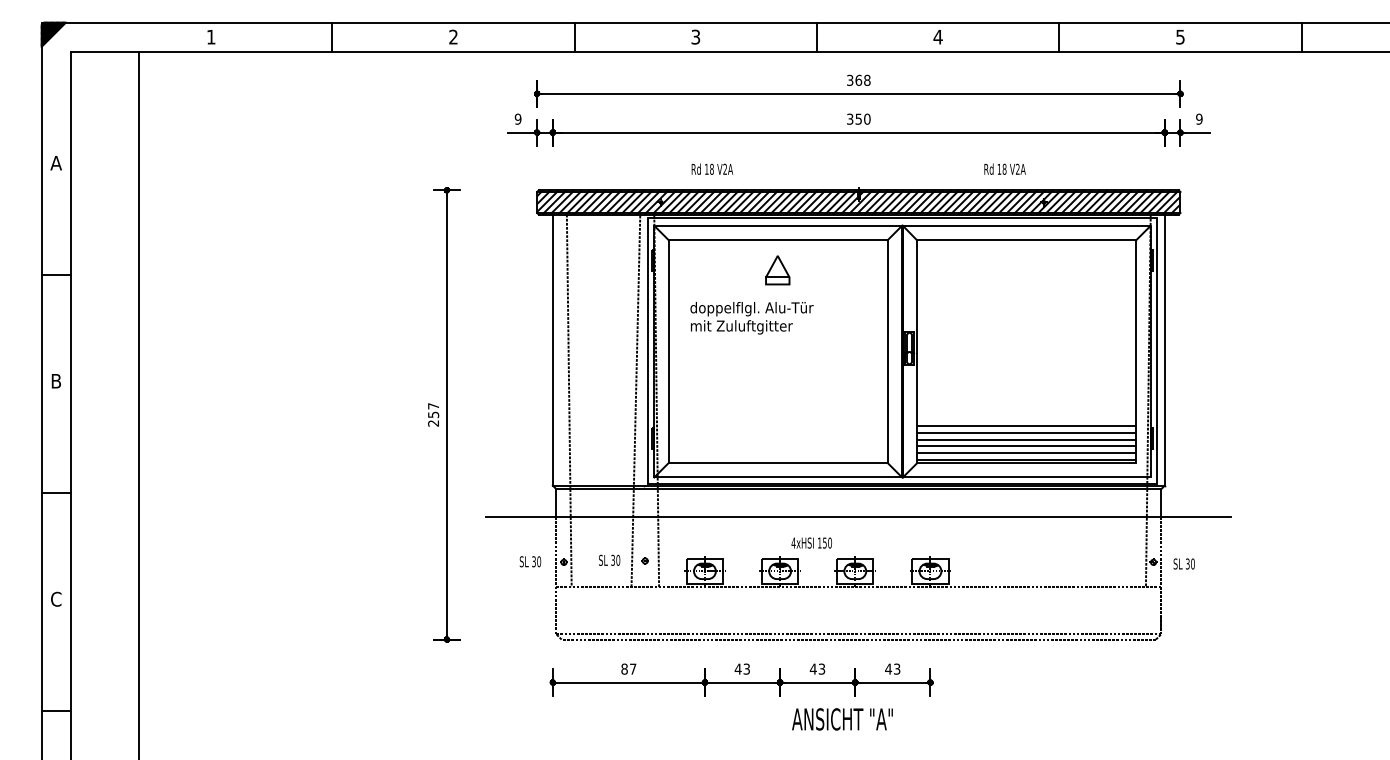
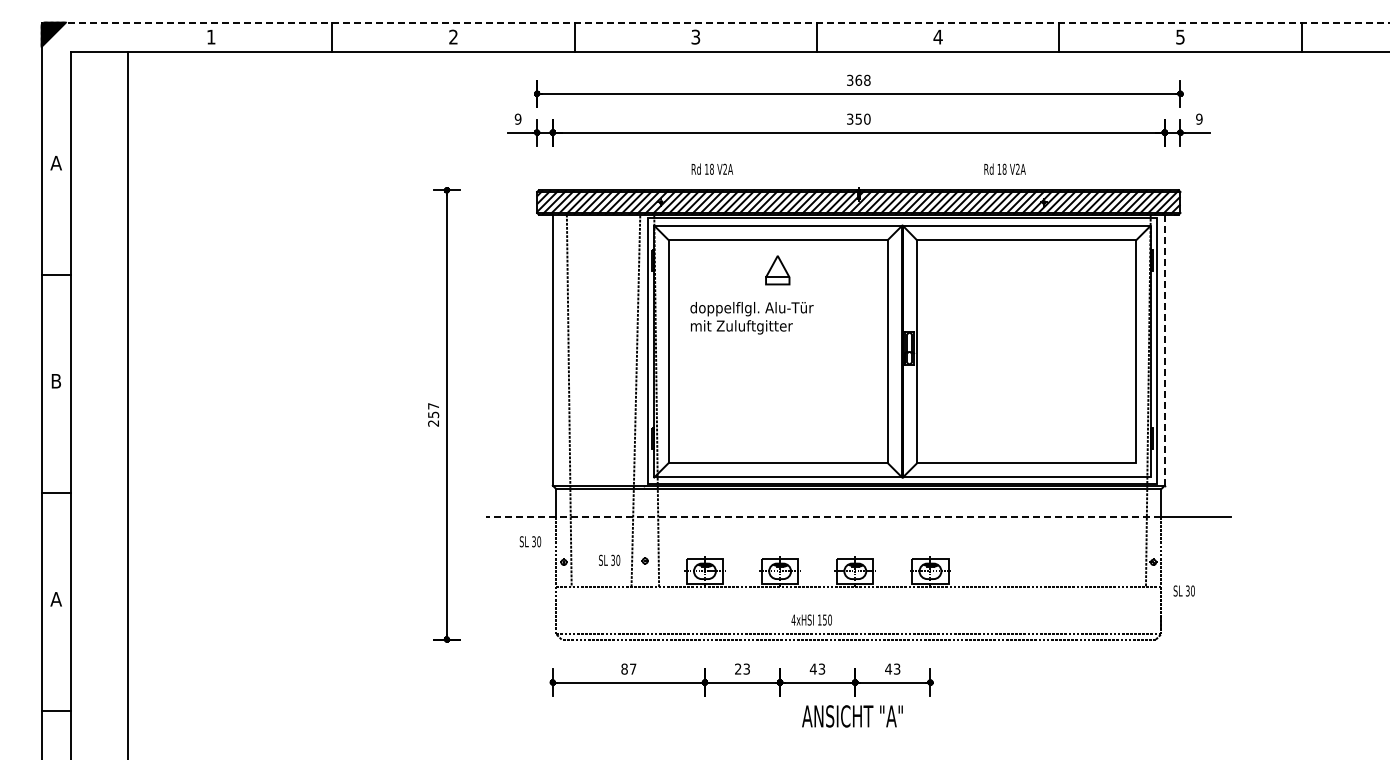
line at (715, 22): solid -> dashed
line at (1164, 349): solid -> dashed
line at (138, 403) position: (138, 403) -> (127, 403)
hatch at (1026, 442): present -> none
line at (823, 517): solid -> dashed
text at (811, 542) position: (811, 542) -> (811, 619)
text at (530, 561) position: (530, 561) -> (530, 541)
text at (1183, 563) position: (1183, 563) -> (1183, 590)
text at (55, 598): C -> A
text at (737, 668): 43 -> 23
text at (842, 719) position: (842, 719) -> (852, 716)
